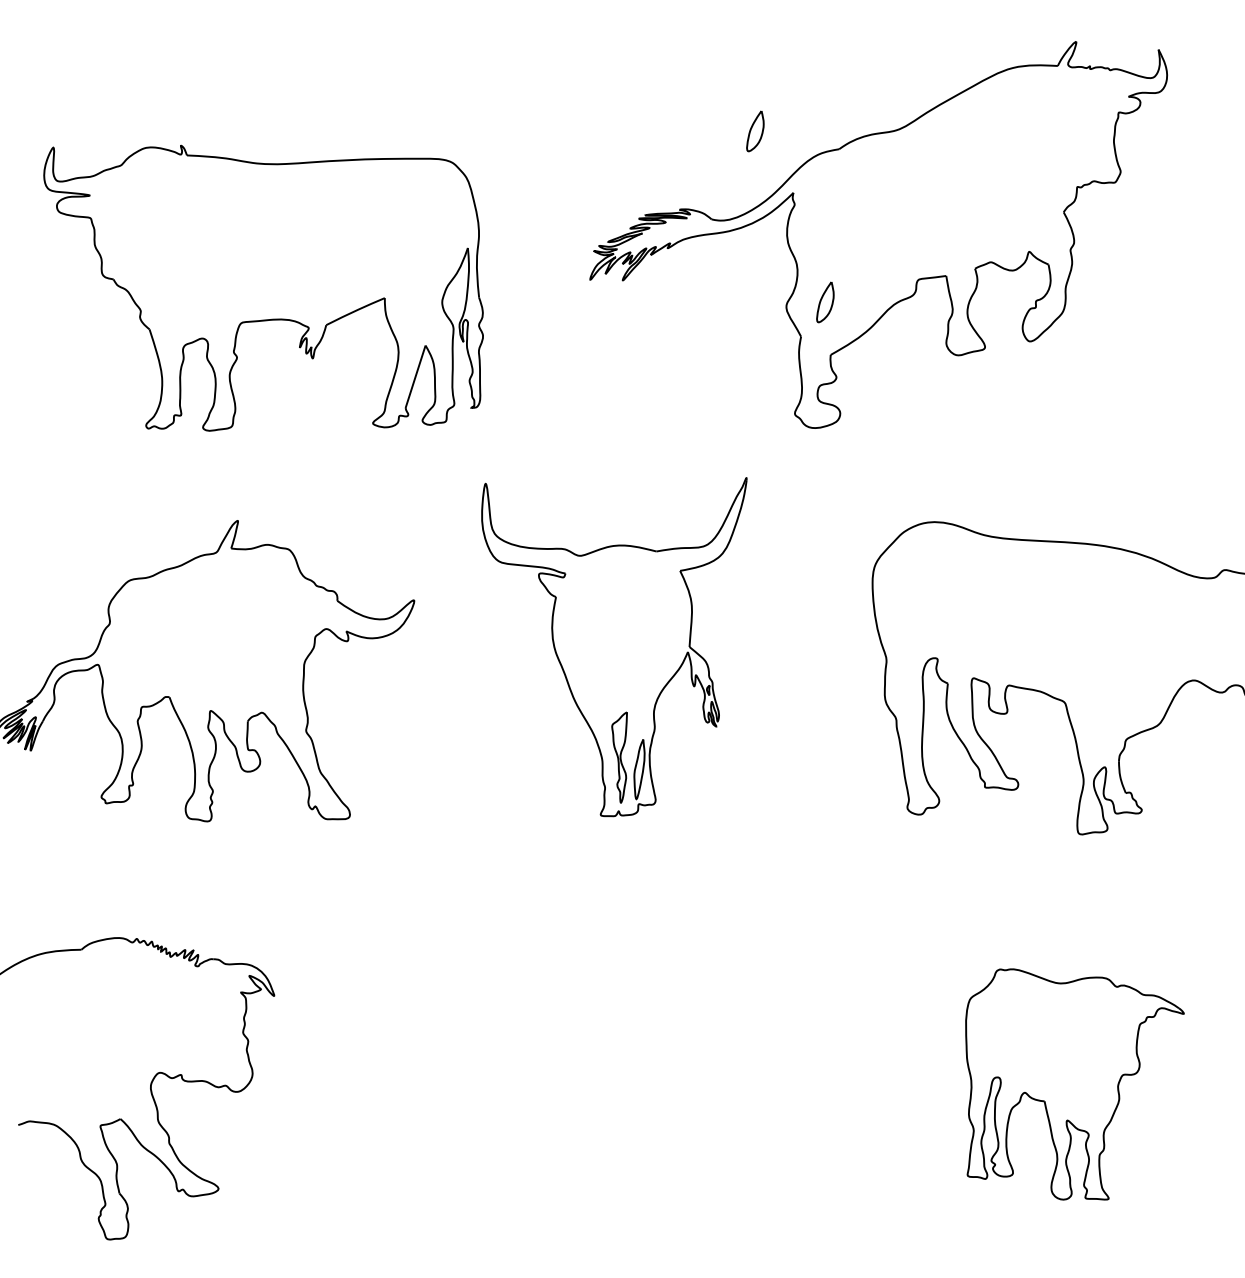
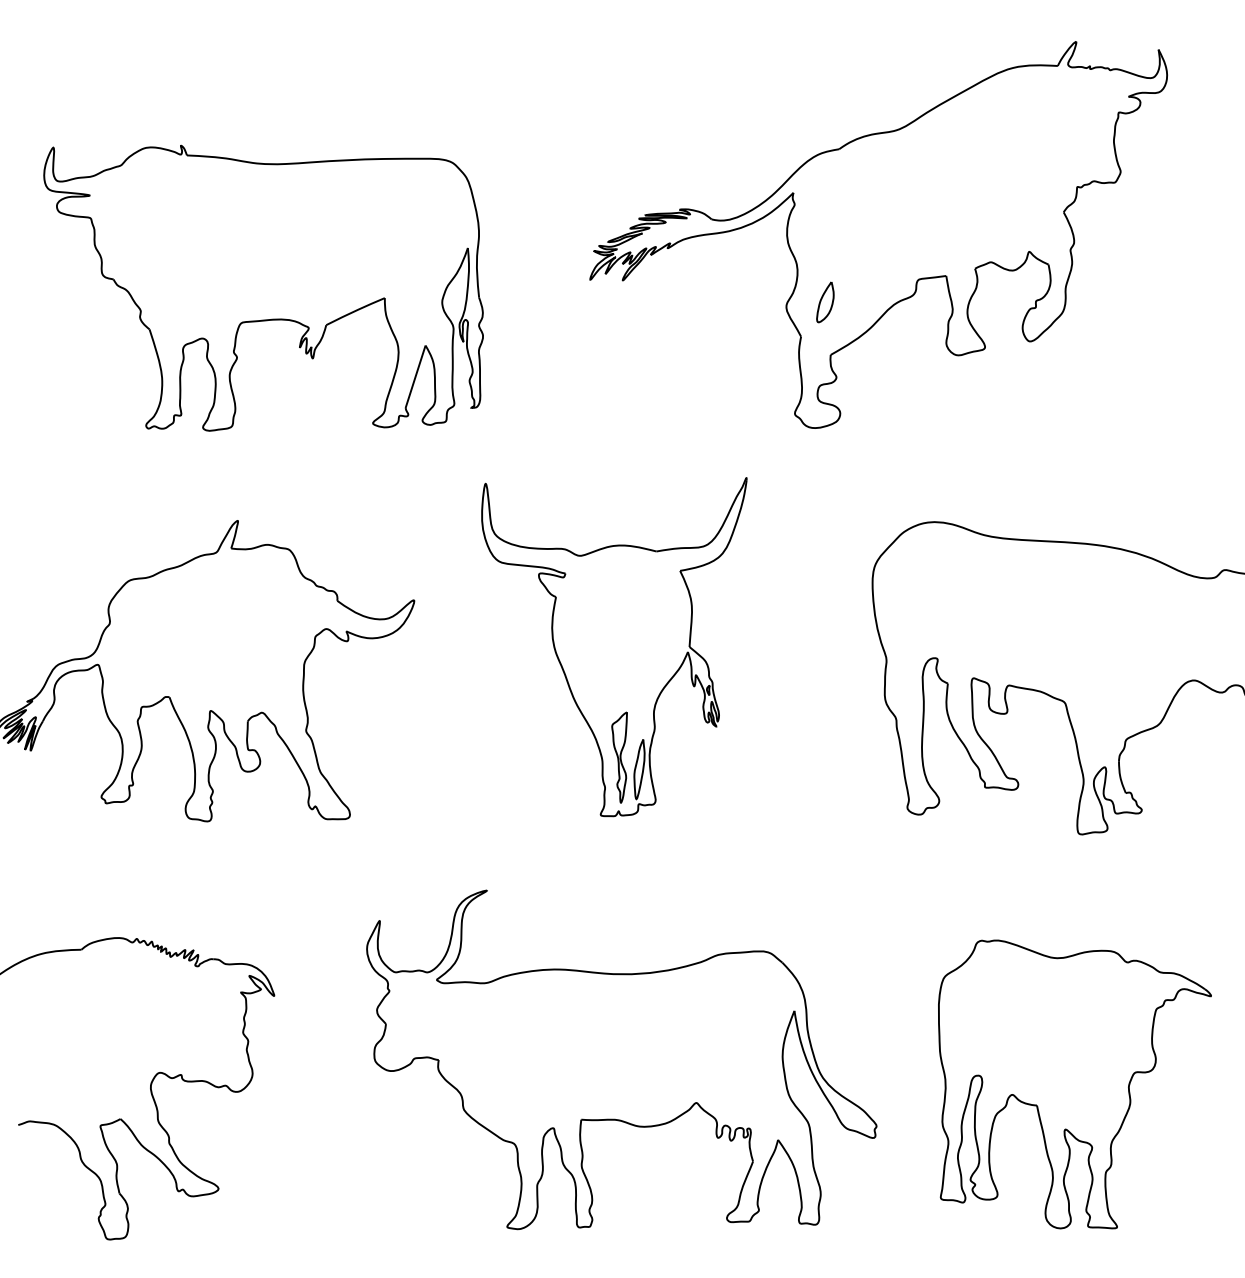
part at (755, 131): present -> none
part at (621, 1059): none -> present
part at (1074, 1084) size: 220x233 px -> 274x291 px
